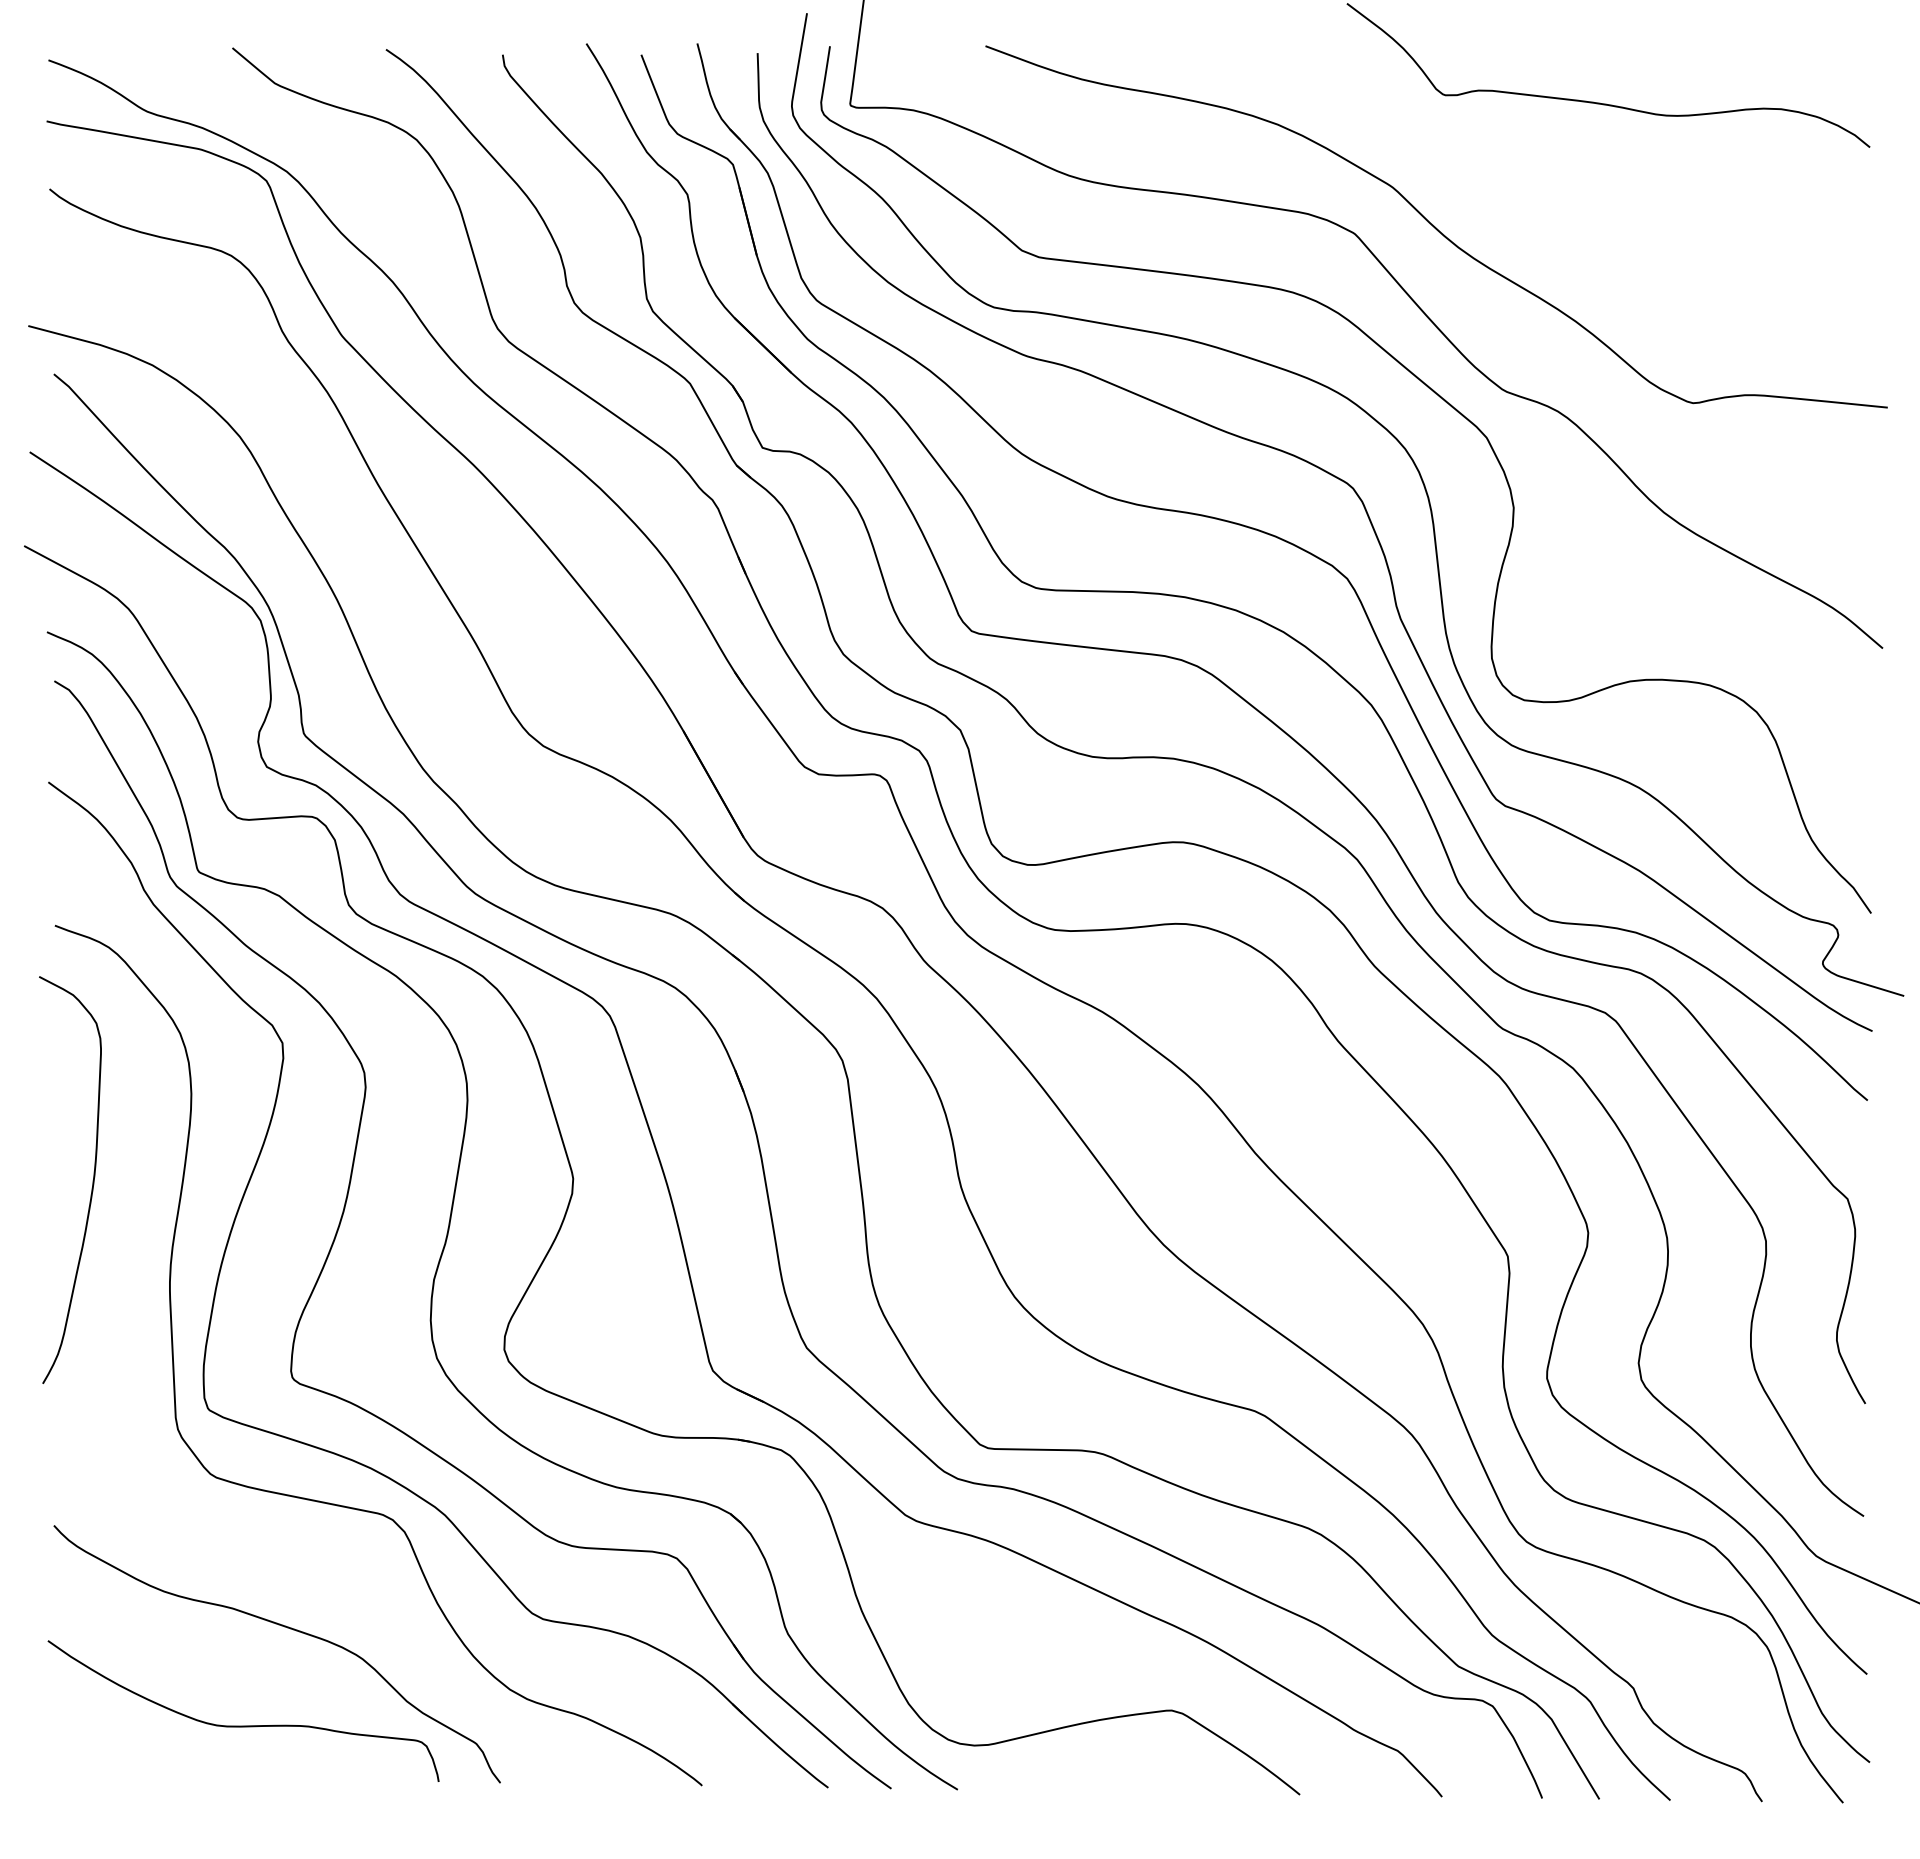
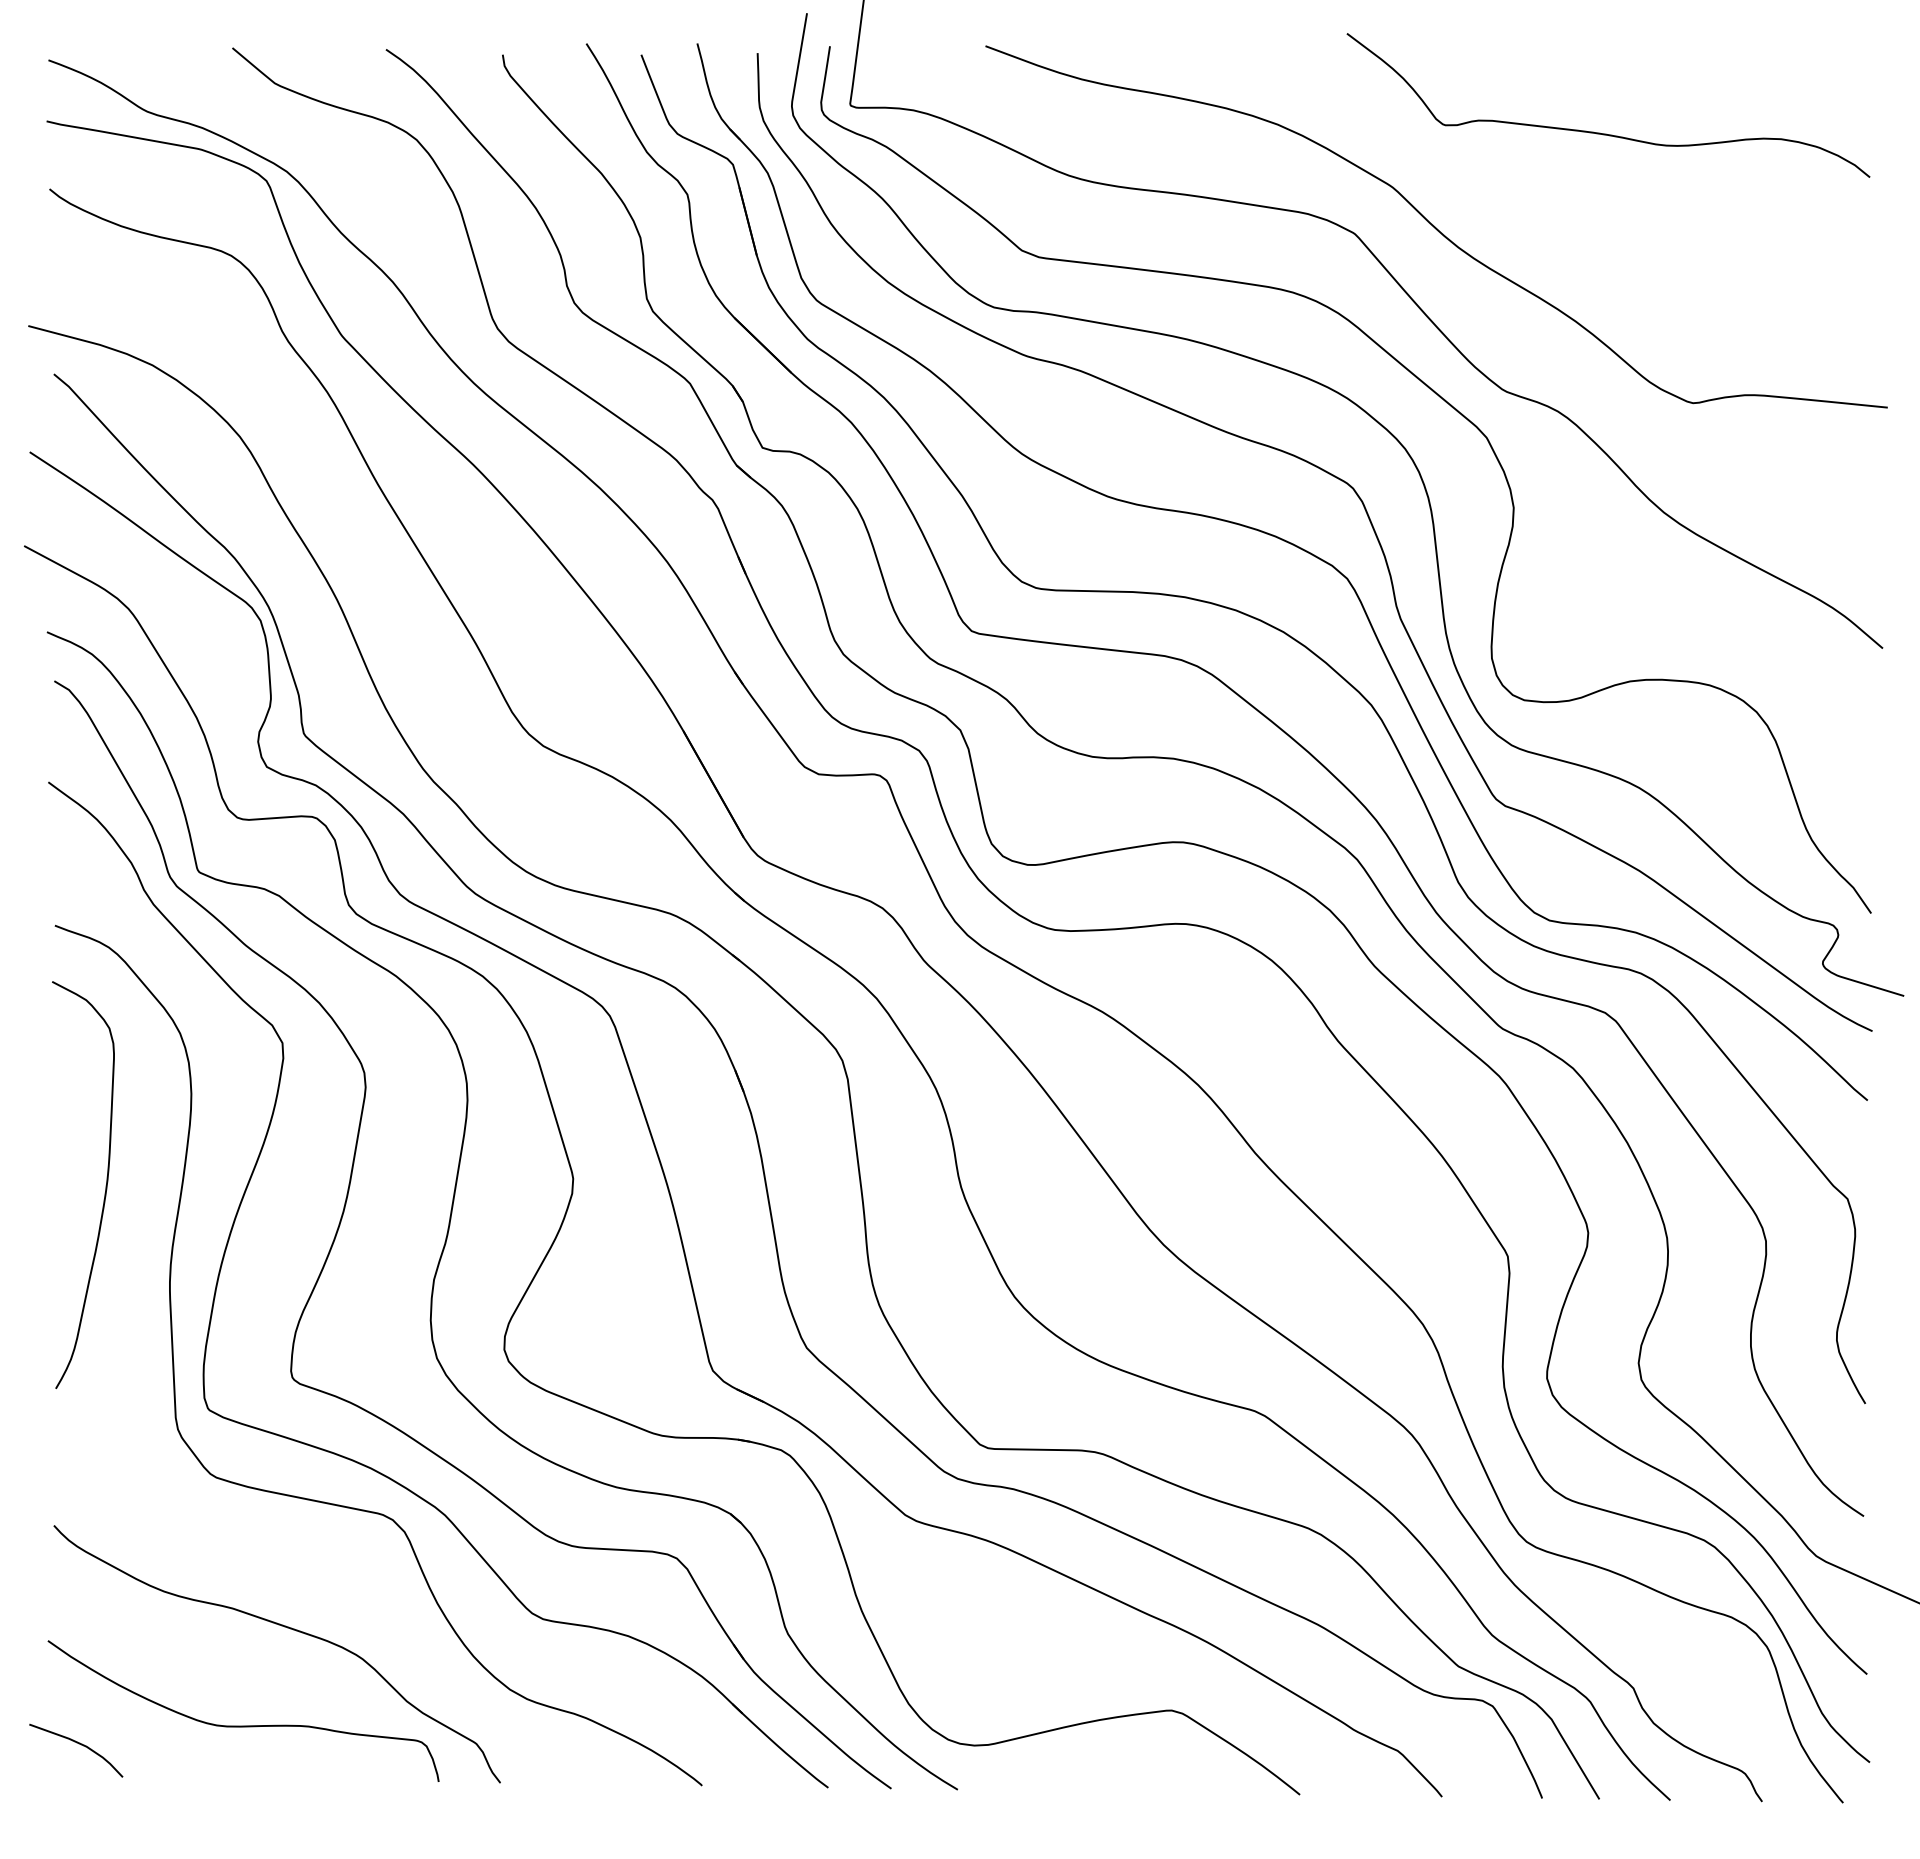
curve at (1606, 103) position: (1606, 103) -> (1606, 133)
curve at (92, 1180) position: (92, 1180) -> (105, 1185)
curve at (79, 1744): none -> present
